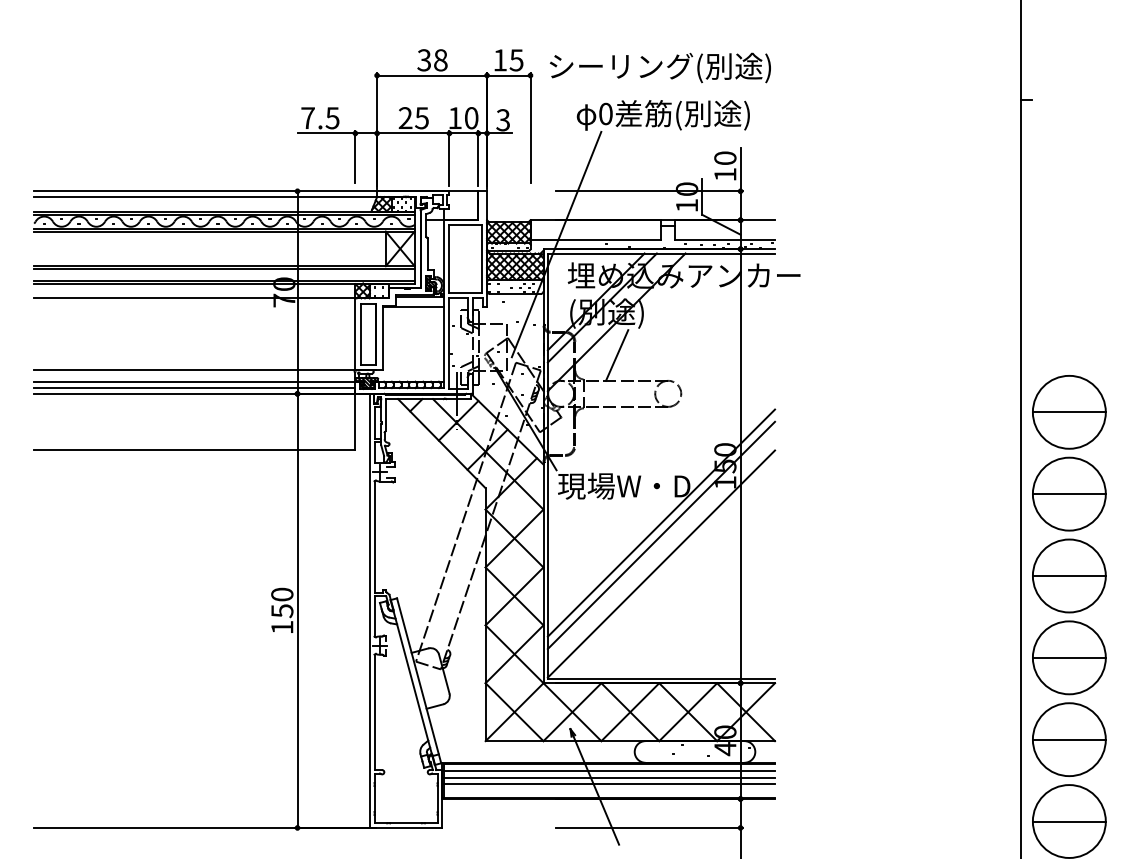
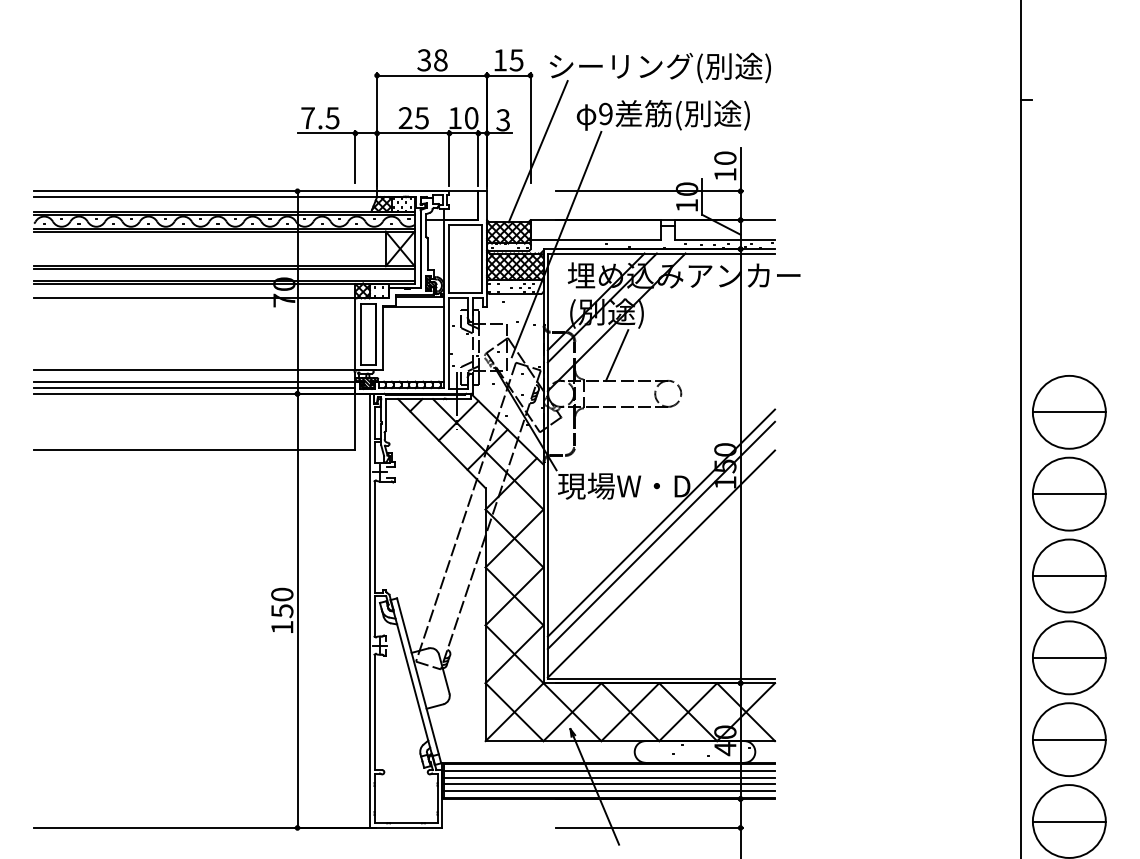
text at (605, 114): 0 -> 9
line at (537, 151): none -> present
line at (609, 790): none -> present
